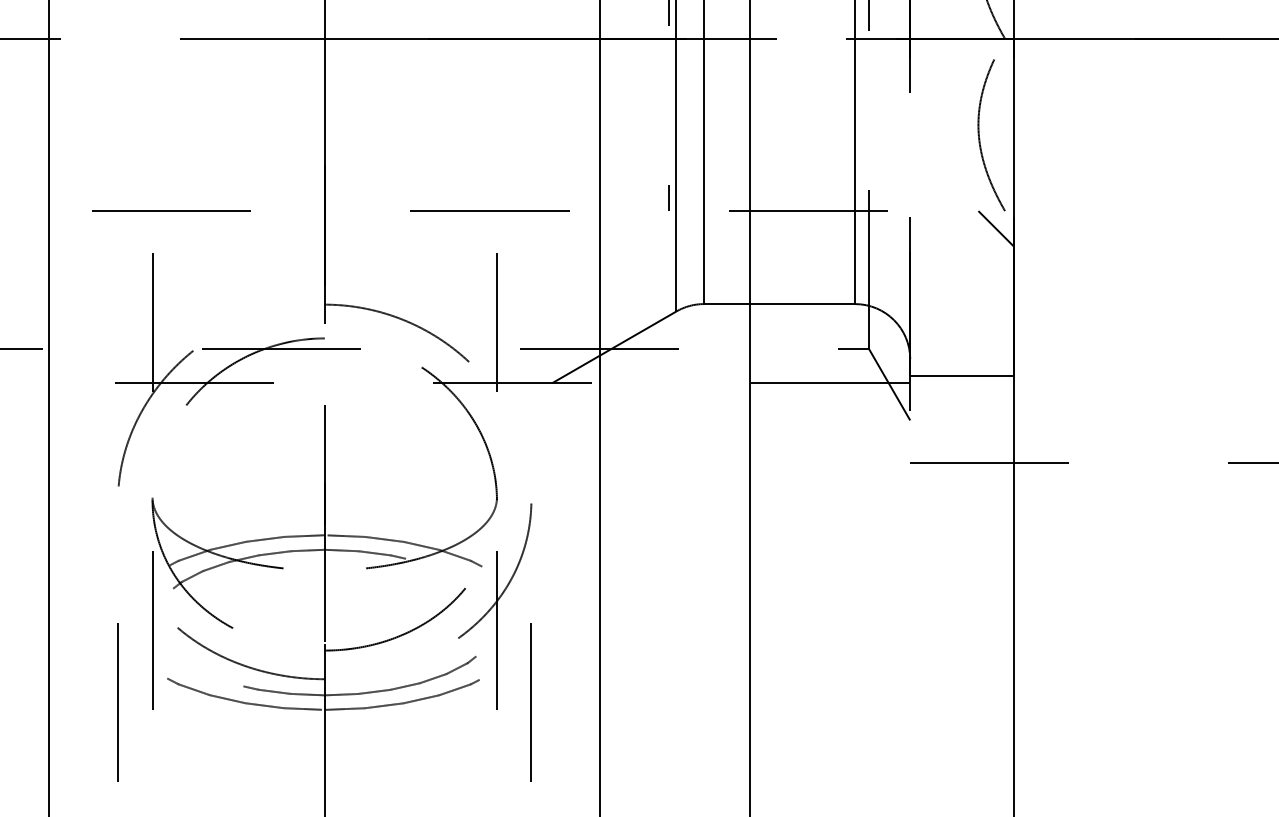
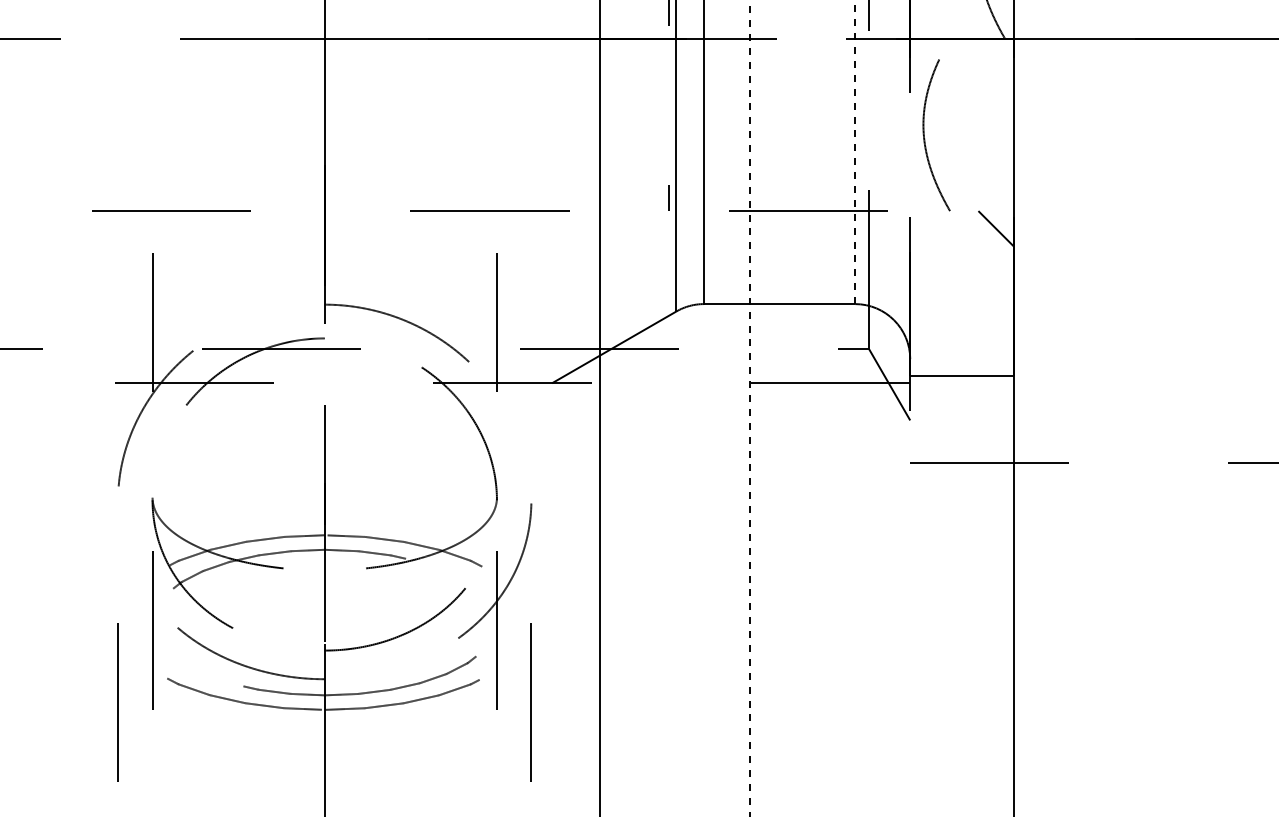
curve at (980, 138) position: (980, 138) -> (925, 138)
line at (855, 152): solid -> dashed
line at (49, 407): present -> none
line at (750, 408): solid -> dashed
